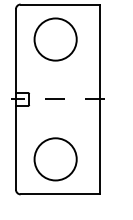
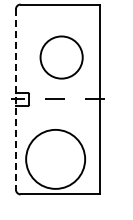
circle at (55, 39) position: (55, 39) -> (61, 57)
line at (15, 99): solid -> dashed
circle at (55, 159) diameter: 42 px -> 59 px
